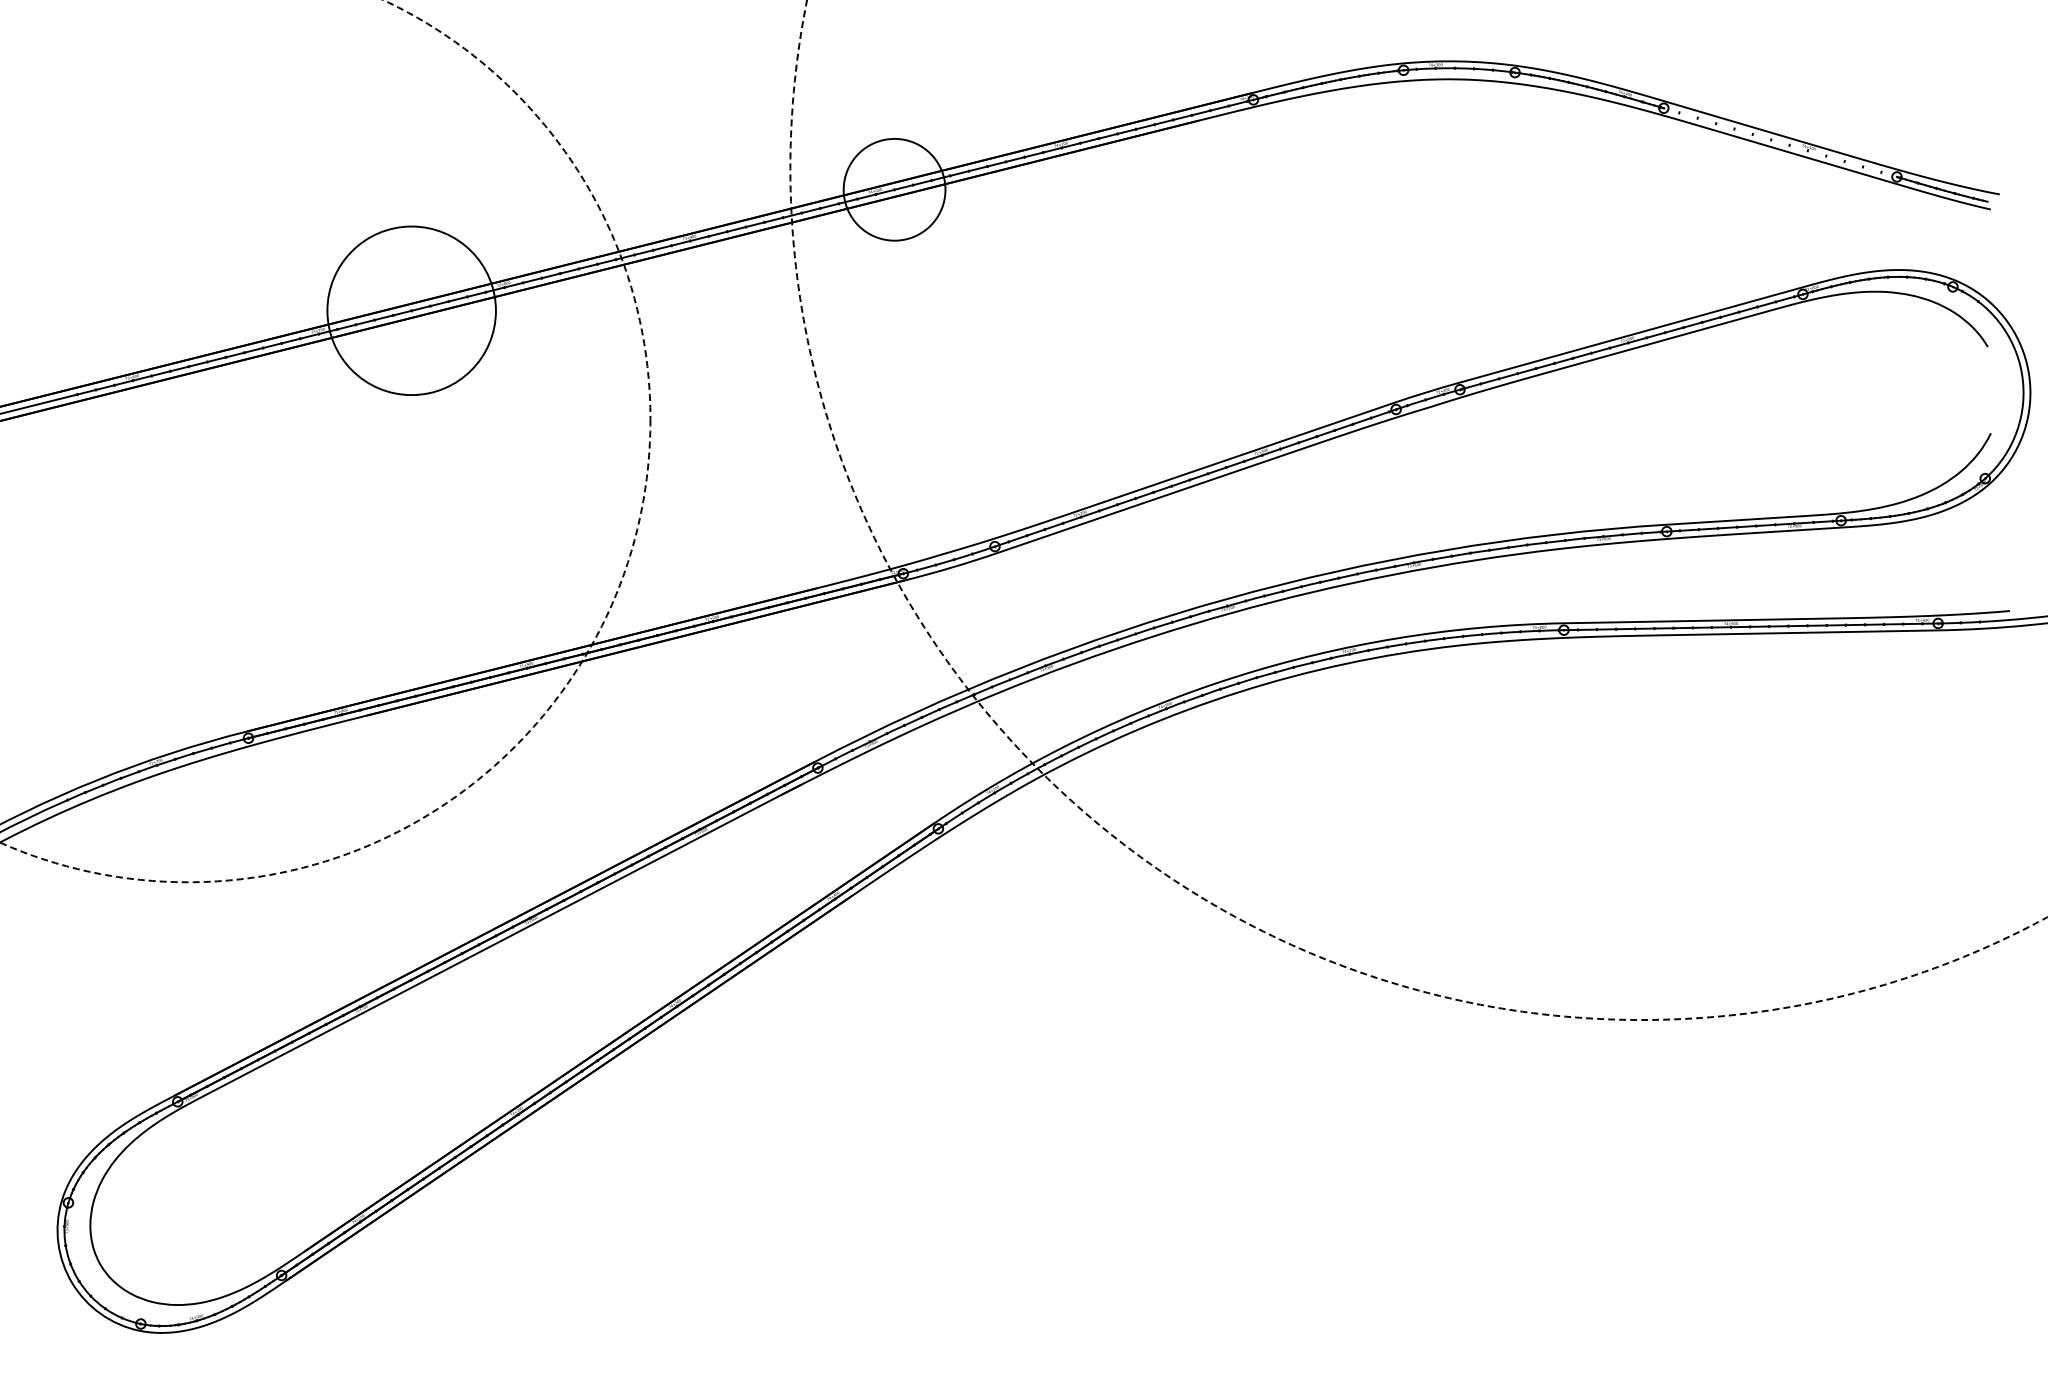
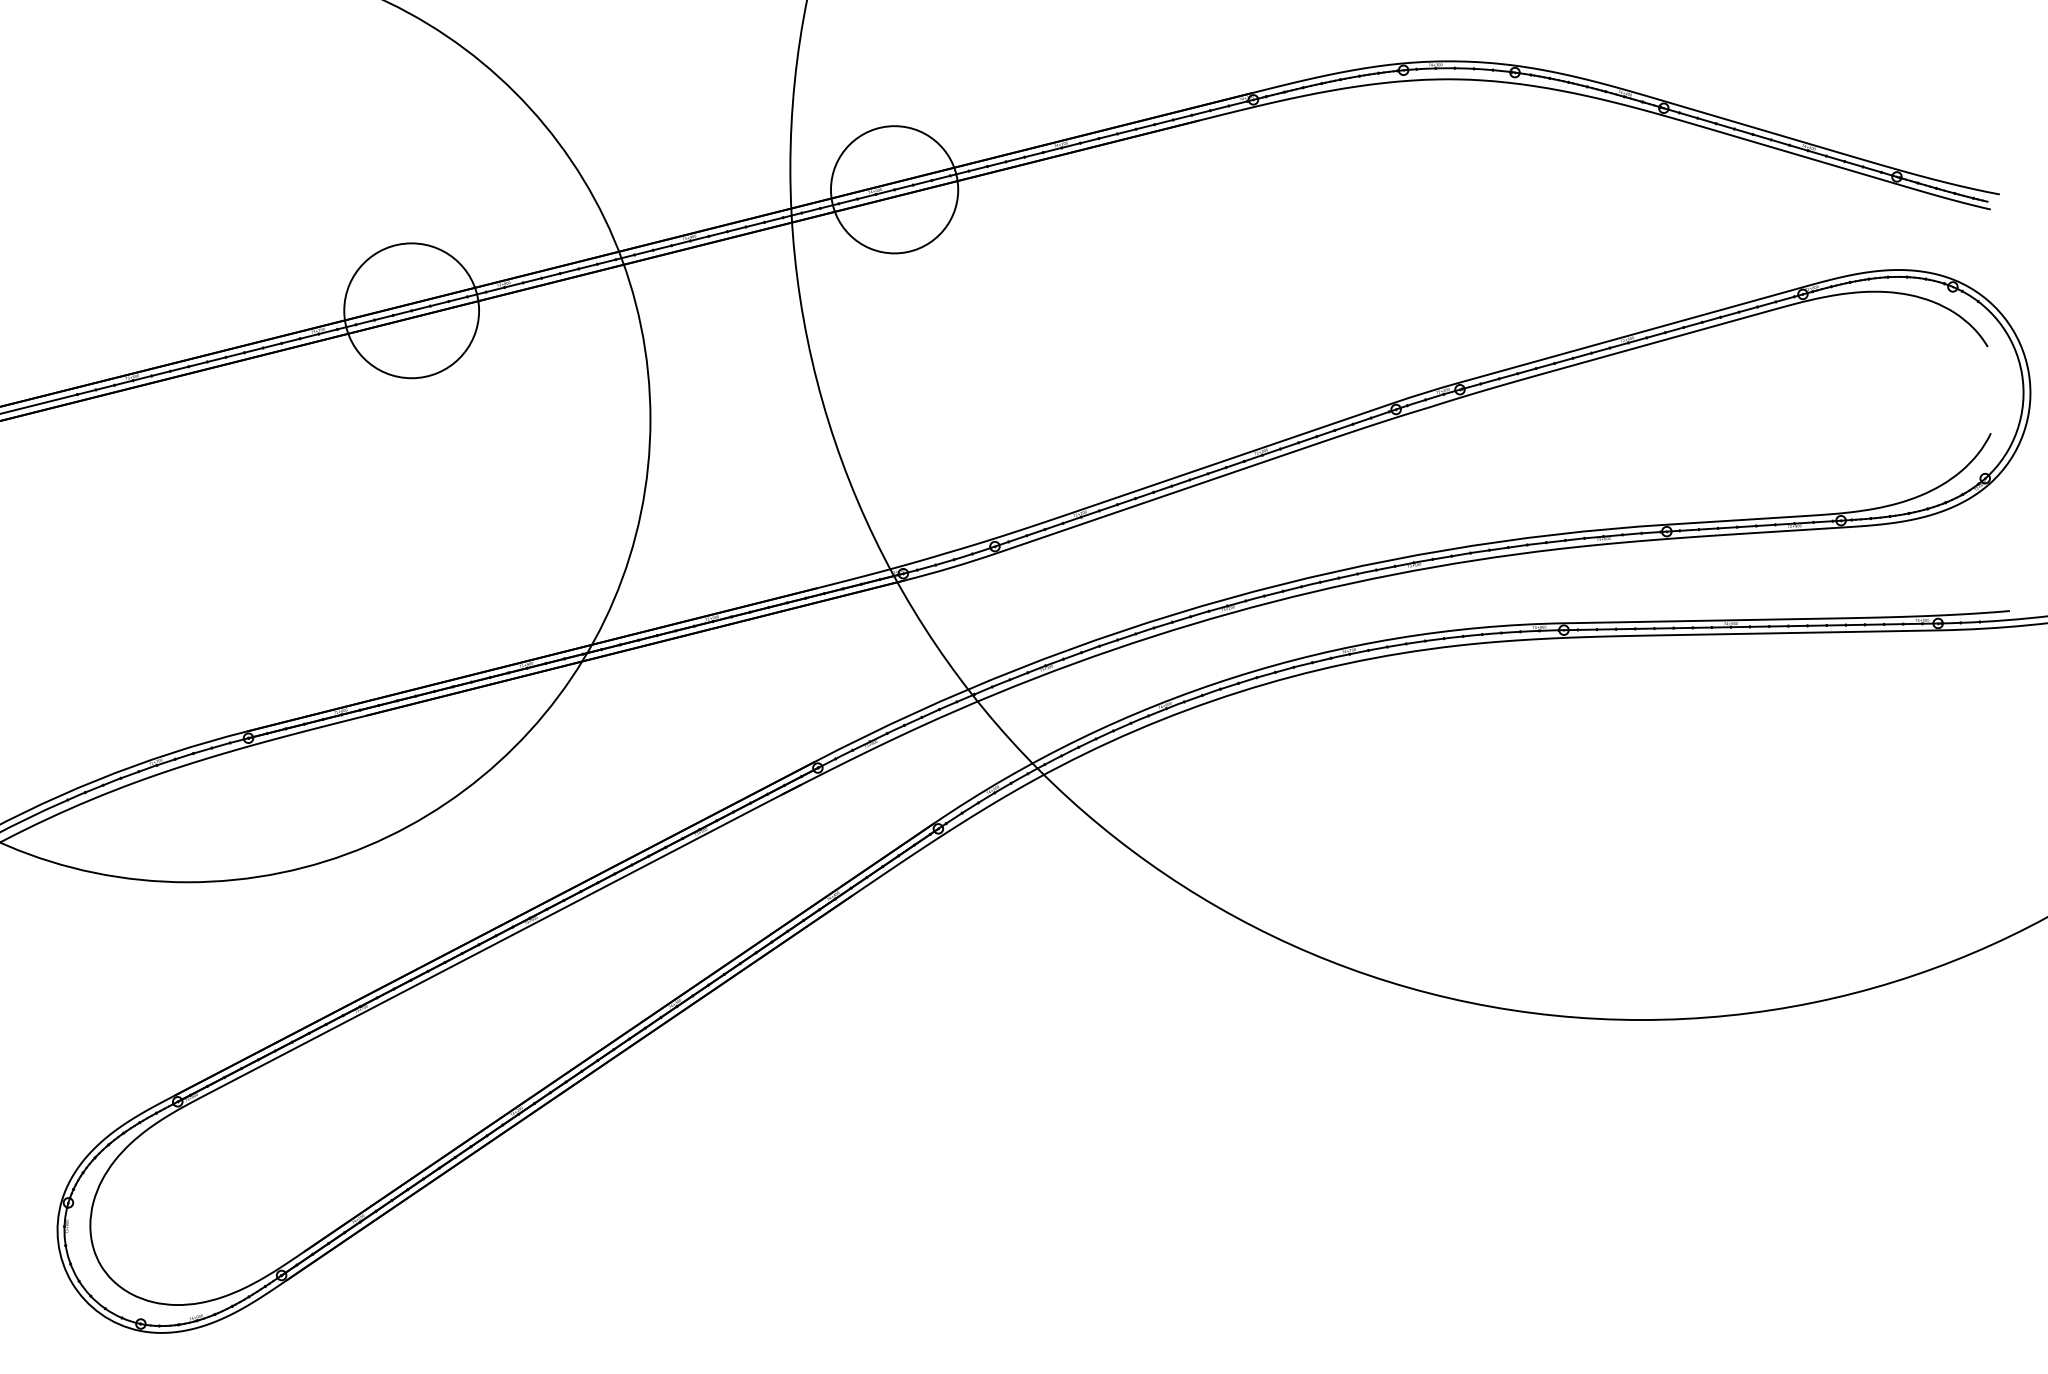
line at (1779, 142): none -> present
circle at (894, 189) diameter: 102 px -> 127 px
circle at (411, 310) diameter: 169 px -> 135 px
circle at (325, 441): dashed -> solid
circle at (1418, 510): dashed -> solid
